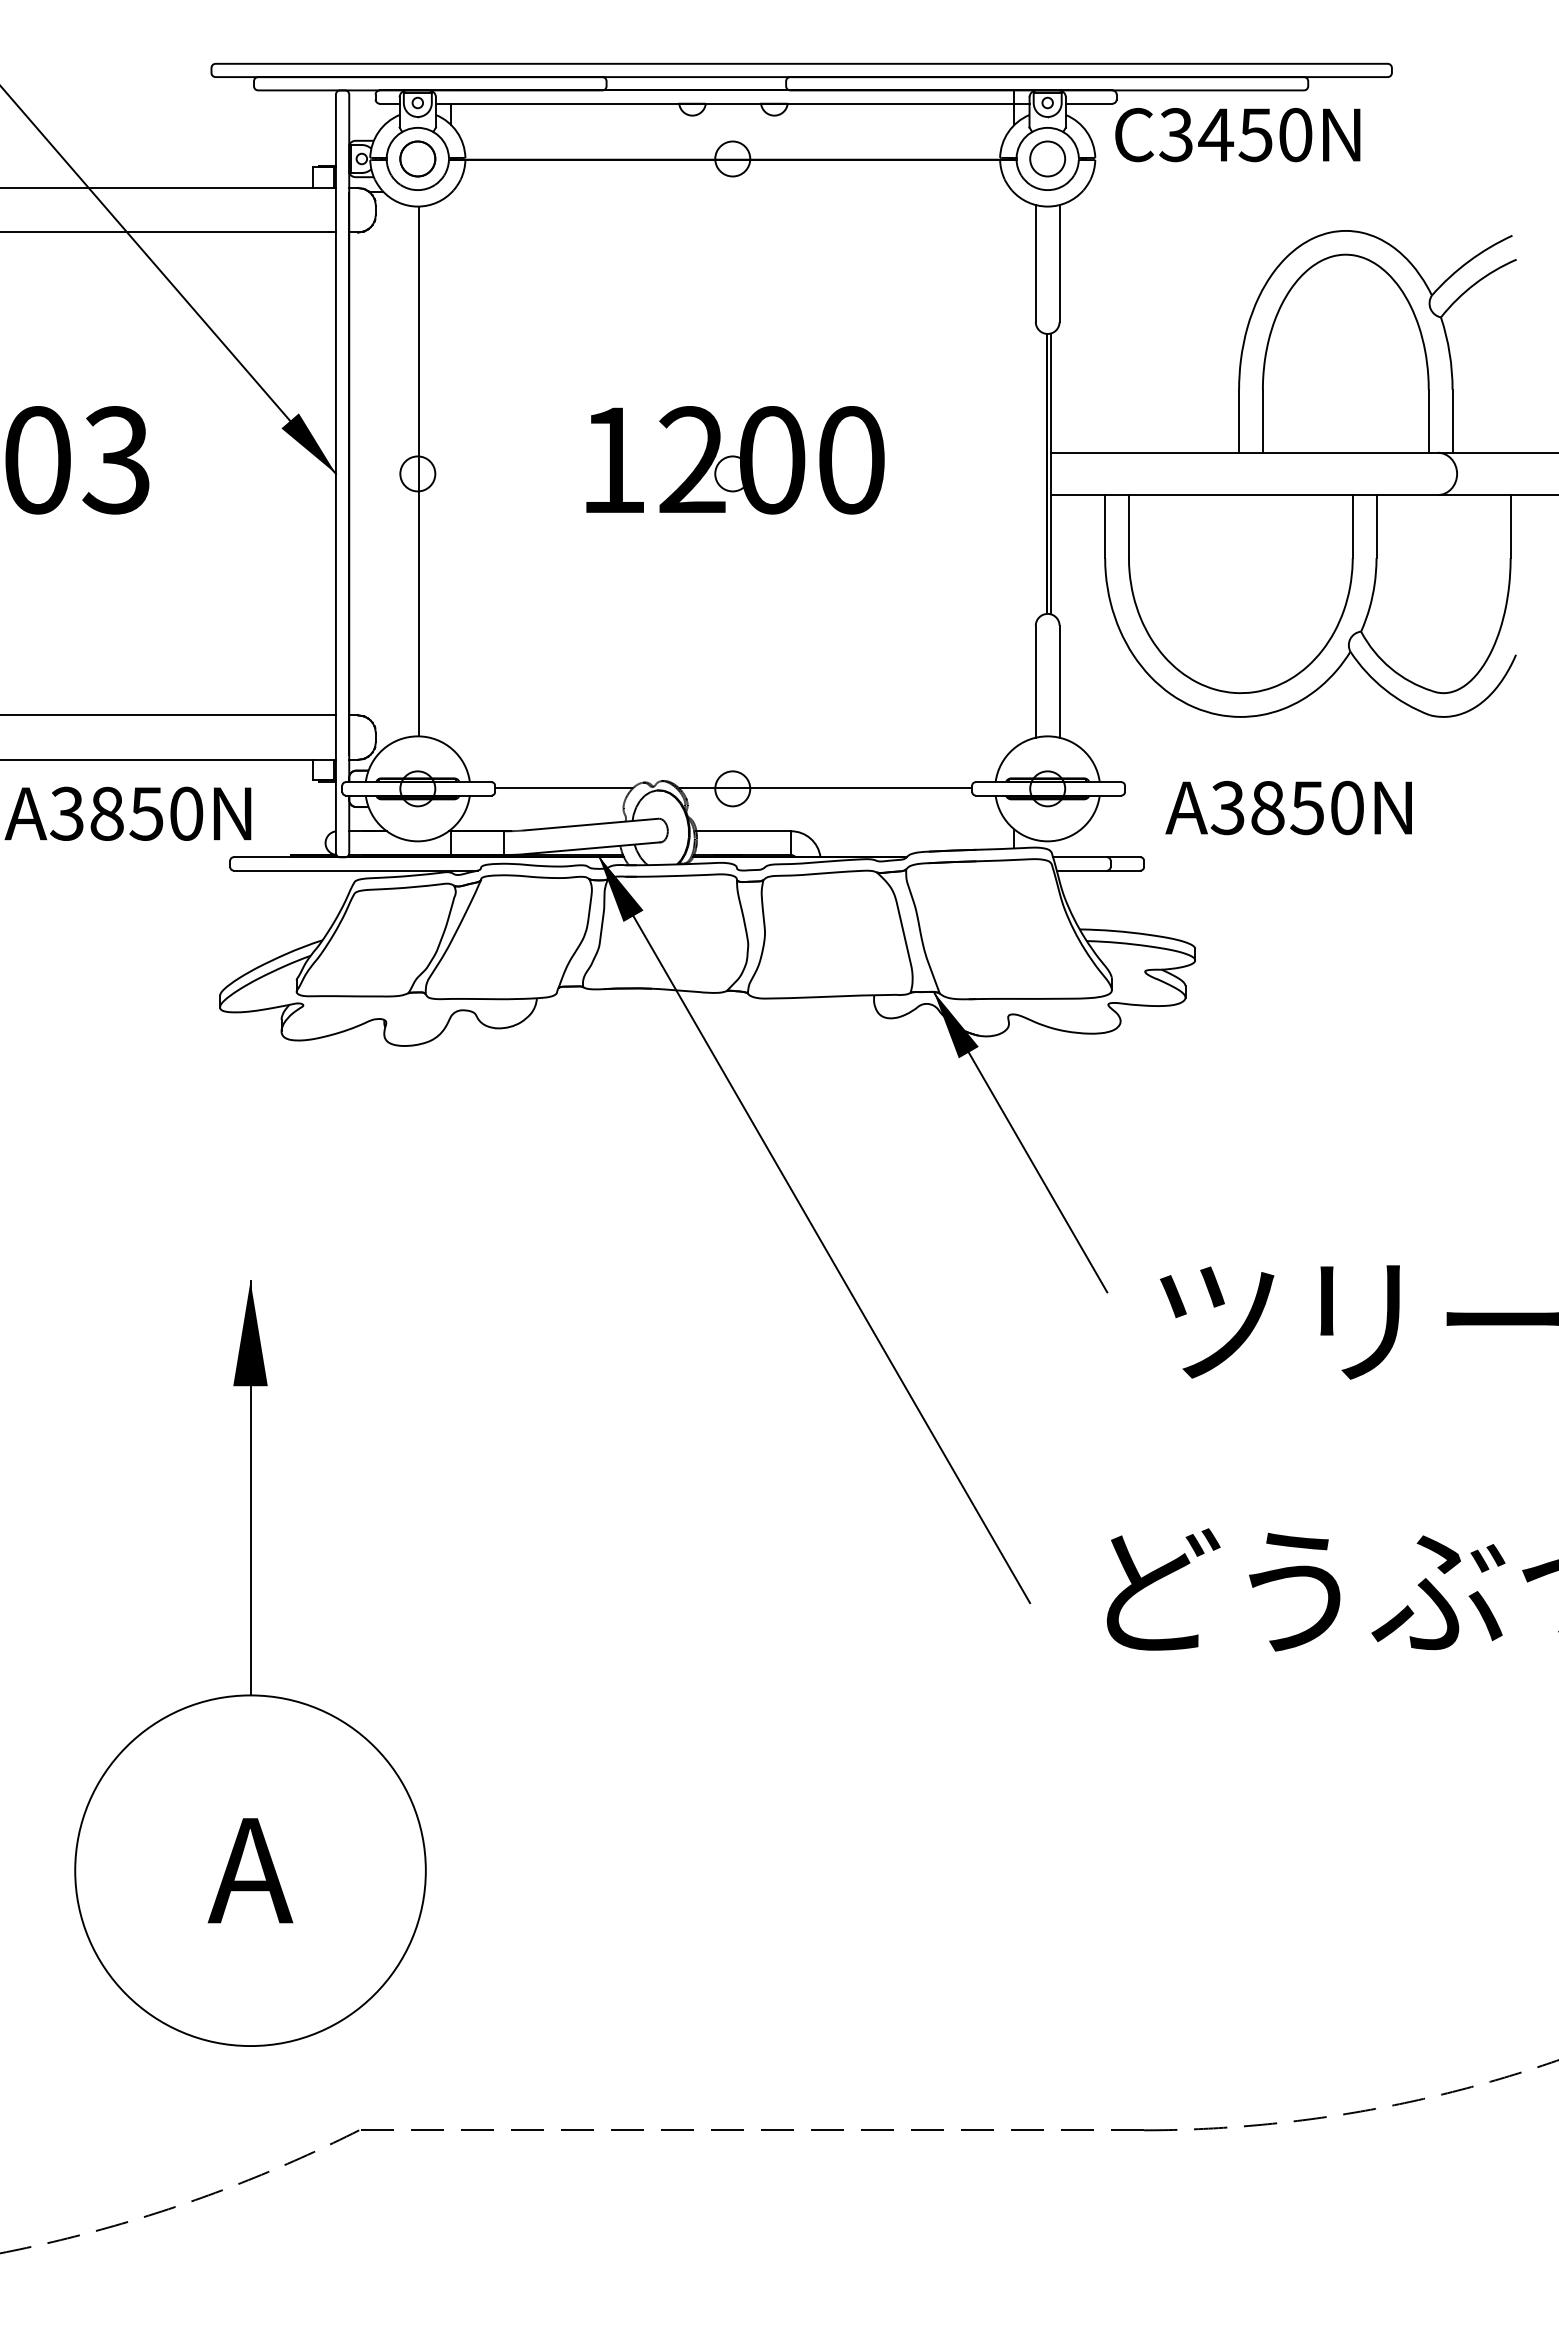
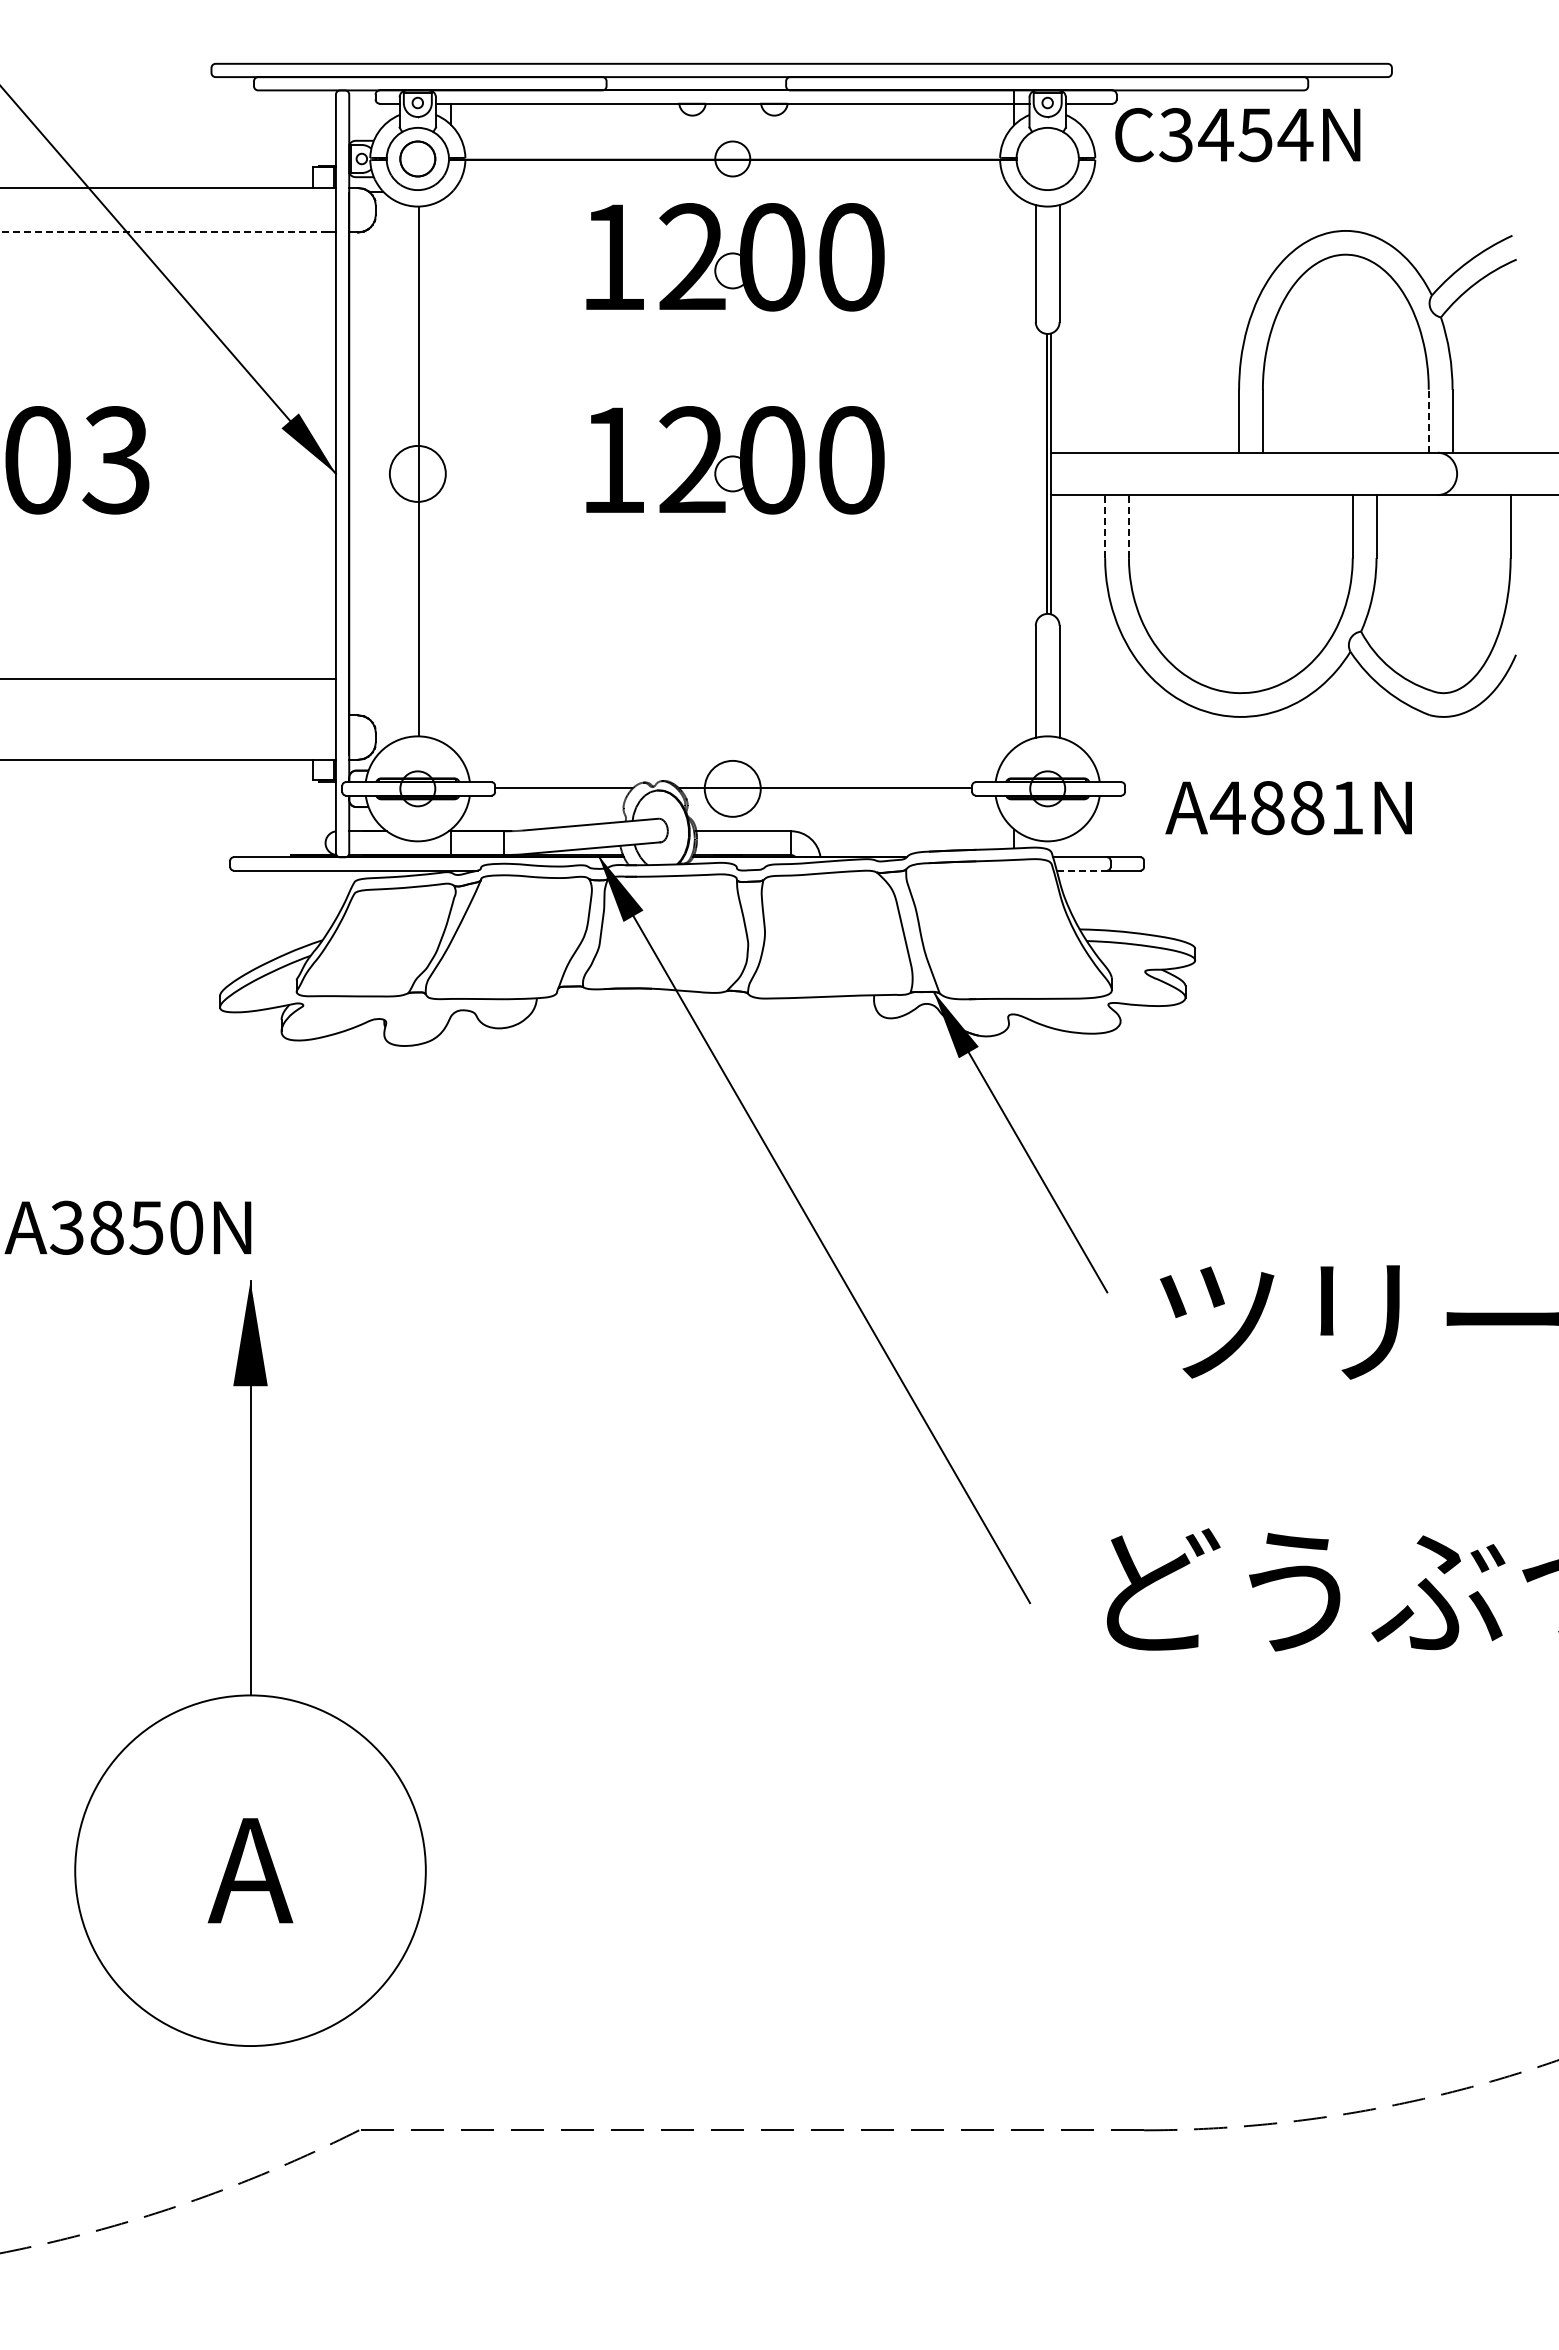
text at (1295, 135): C3450N -> C3454N
circle at (1047, 158): present -> none
line at (166, 232): solid -> dashed
part at (735, 257): none -> present
line at (1428, 420): solid -> dashed
circle at (417, 473) diameter: 35 px -> 56 px
line at (1105, 526): solid -> dashed
line at (1128, 526): solid -> dashed
line at (168, 715) position: (168, 715) -> (168, 679)
circle at (732, 788) diameter: 35 px -> 56 px
text at (1286, 807): A3850N -> A4881N
text at (127, 813) position: (127, 813) -> (127, 1227)
line at (1082, 870): solid -> dashed
